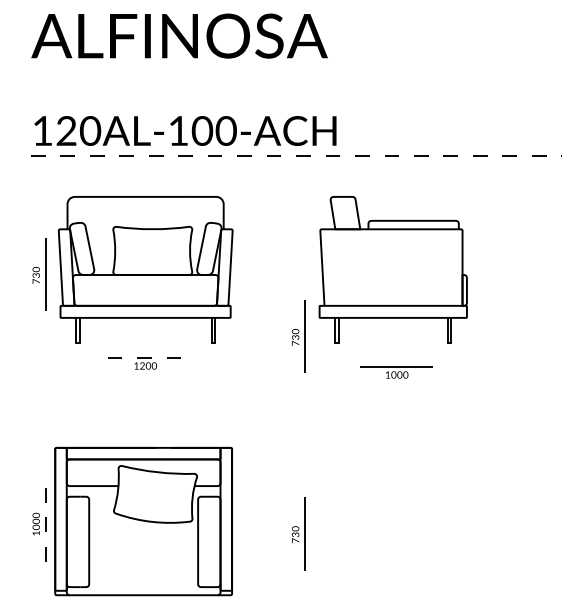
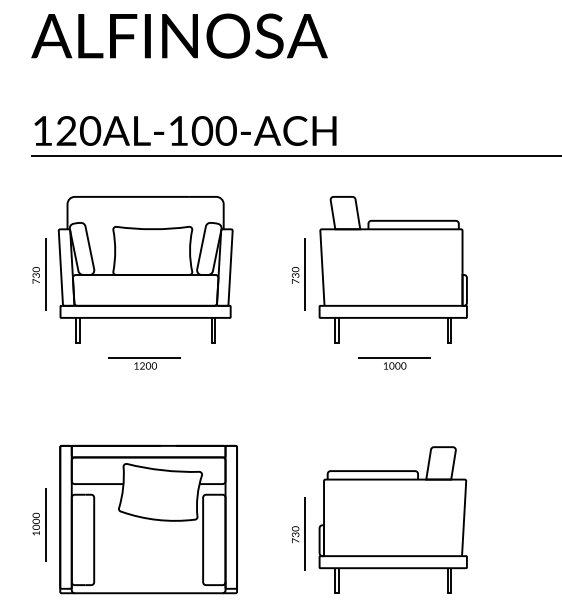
line at (296, 155): dashed -> solid
part at (298, 336) position: (298, 336) -> (298, 274)
line at (144, 357): dashed -> solid
part at (396, 372) position: (396, 372) -> (394, 363)
part at (392, 519): none -> present
part at (143, 521) position: (143, 521) -> (148, 519)
line at (45, 524): dashed -> solid
